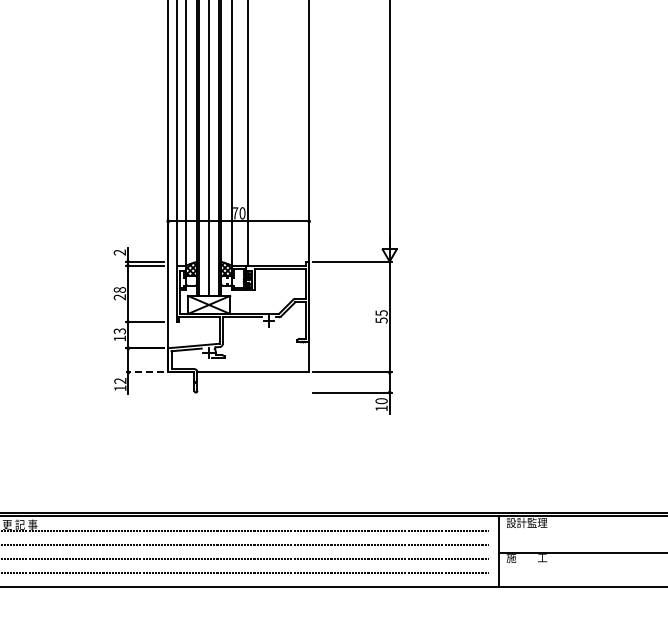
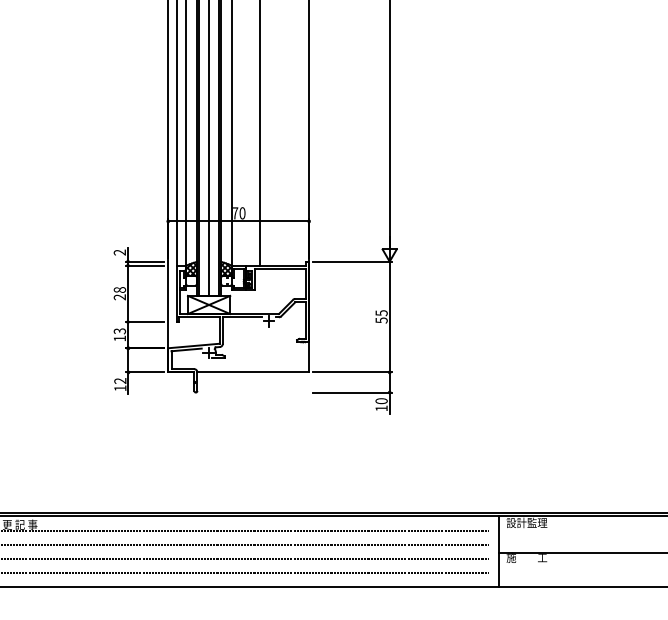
line at (248, 133) position: (248, 133) -> (260, 133)
line at (145, 372): dashed -> solid
